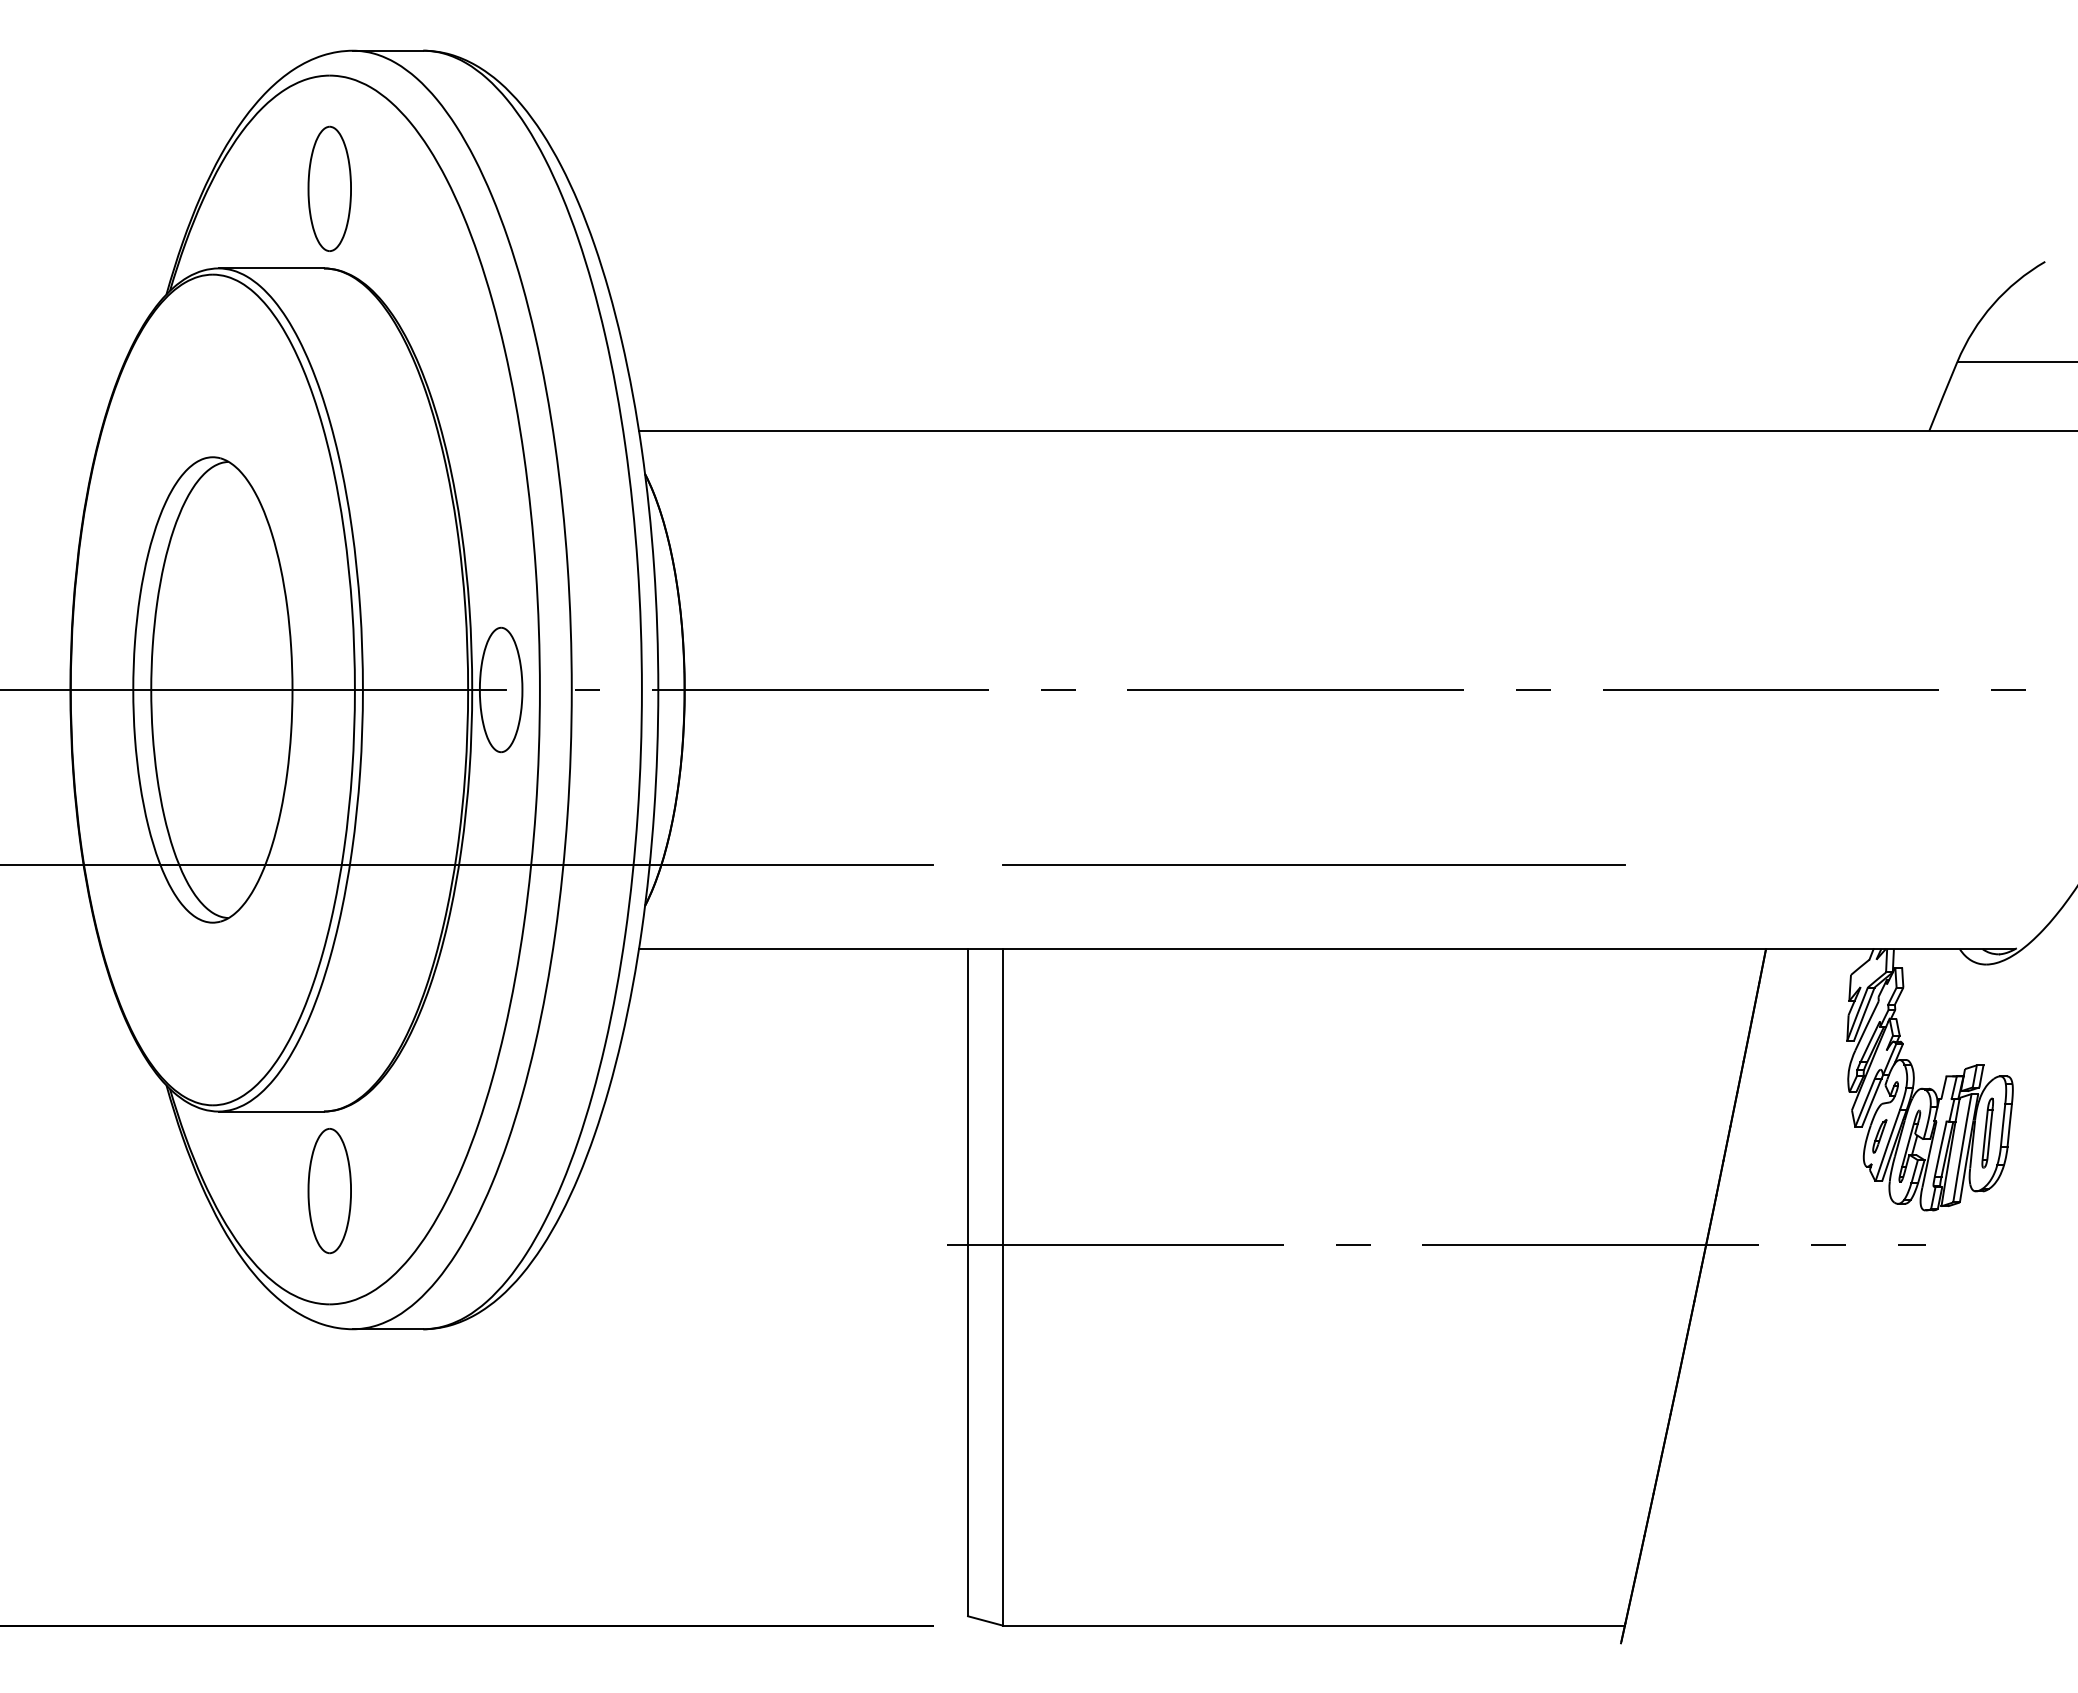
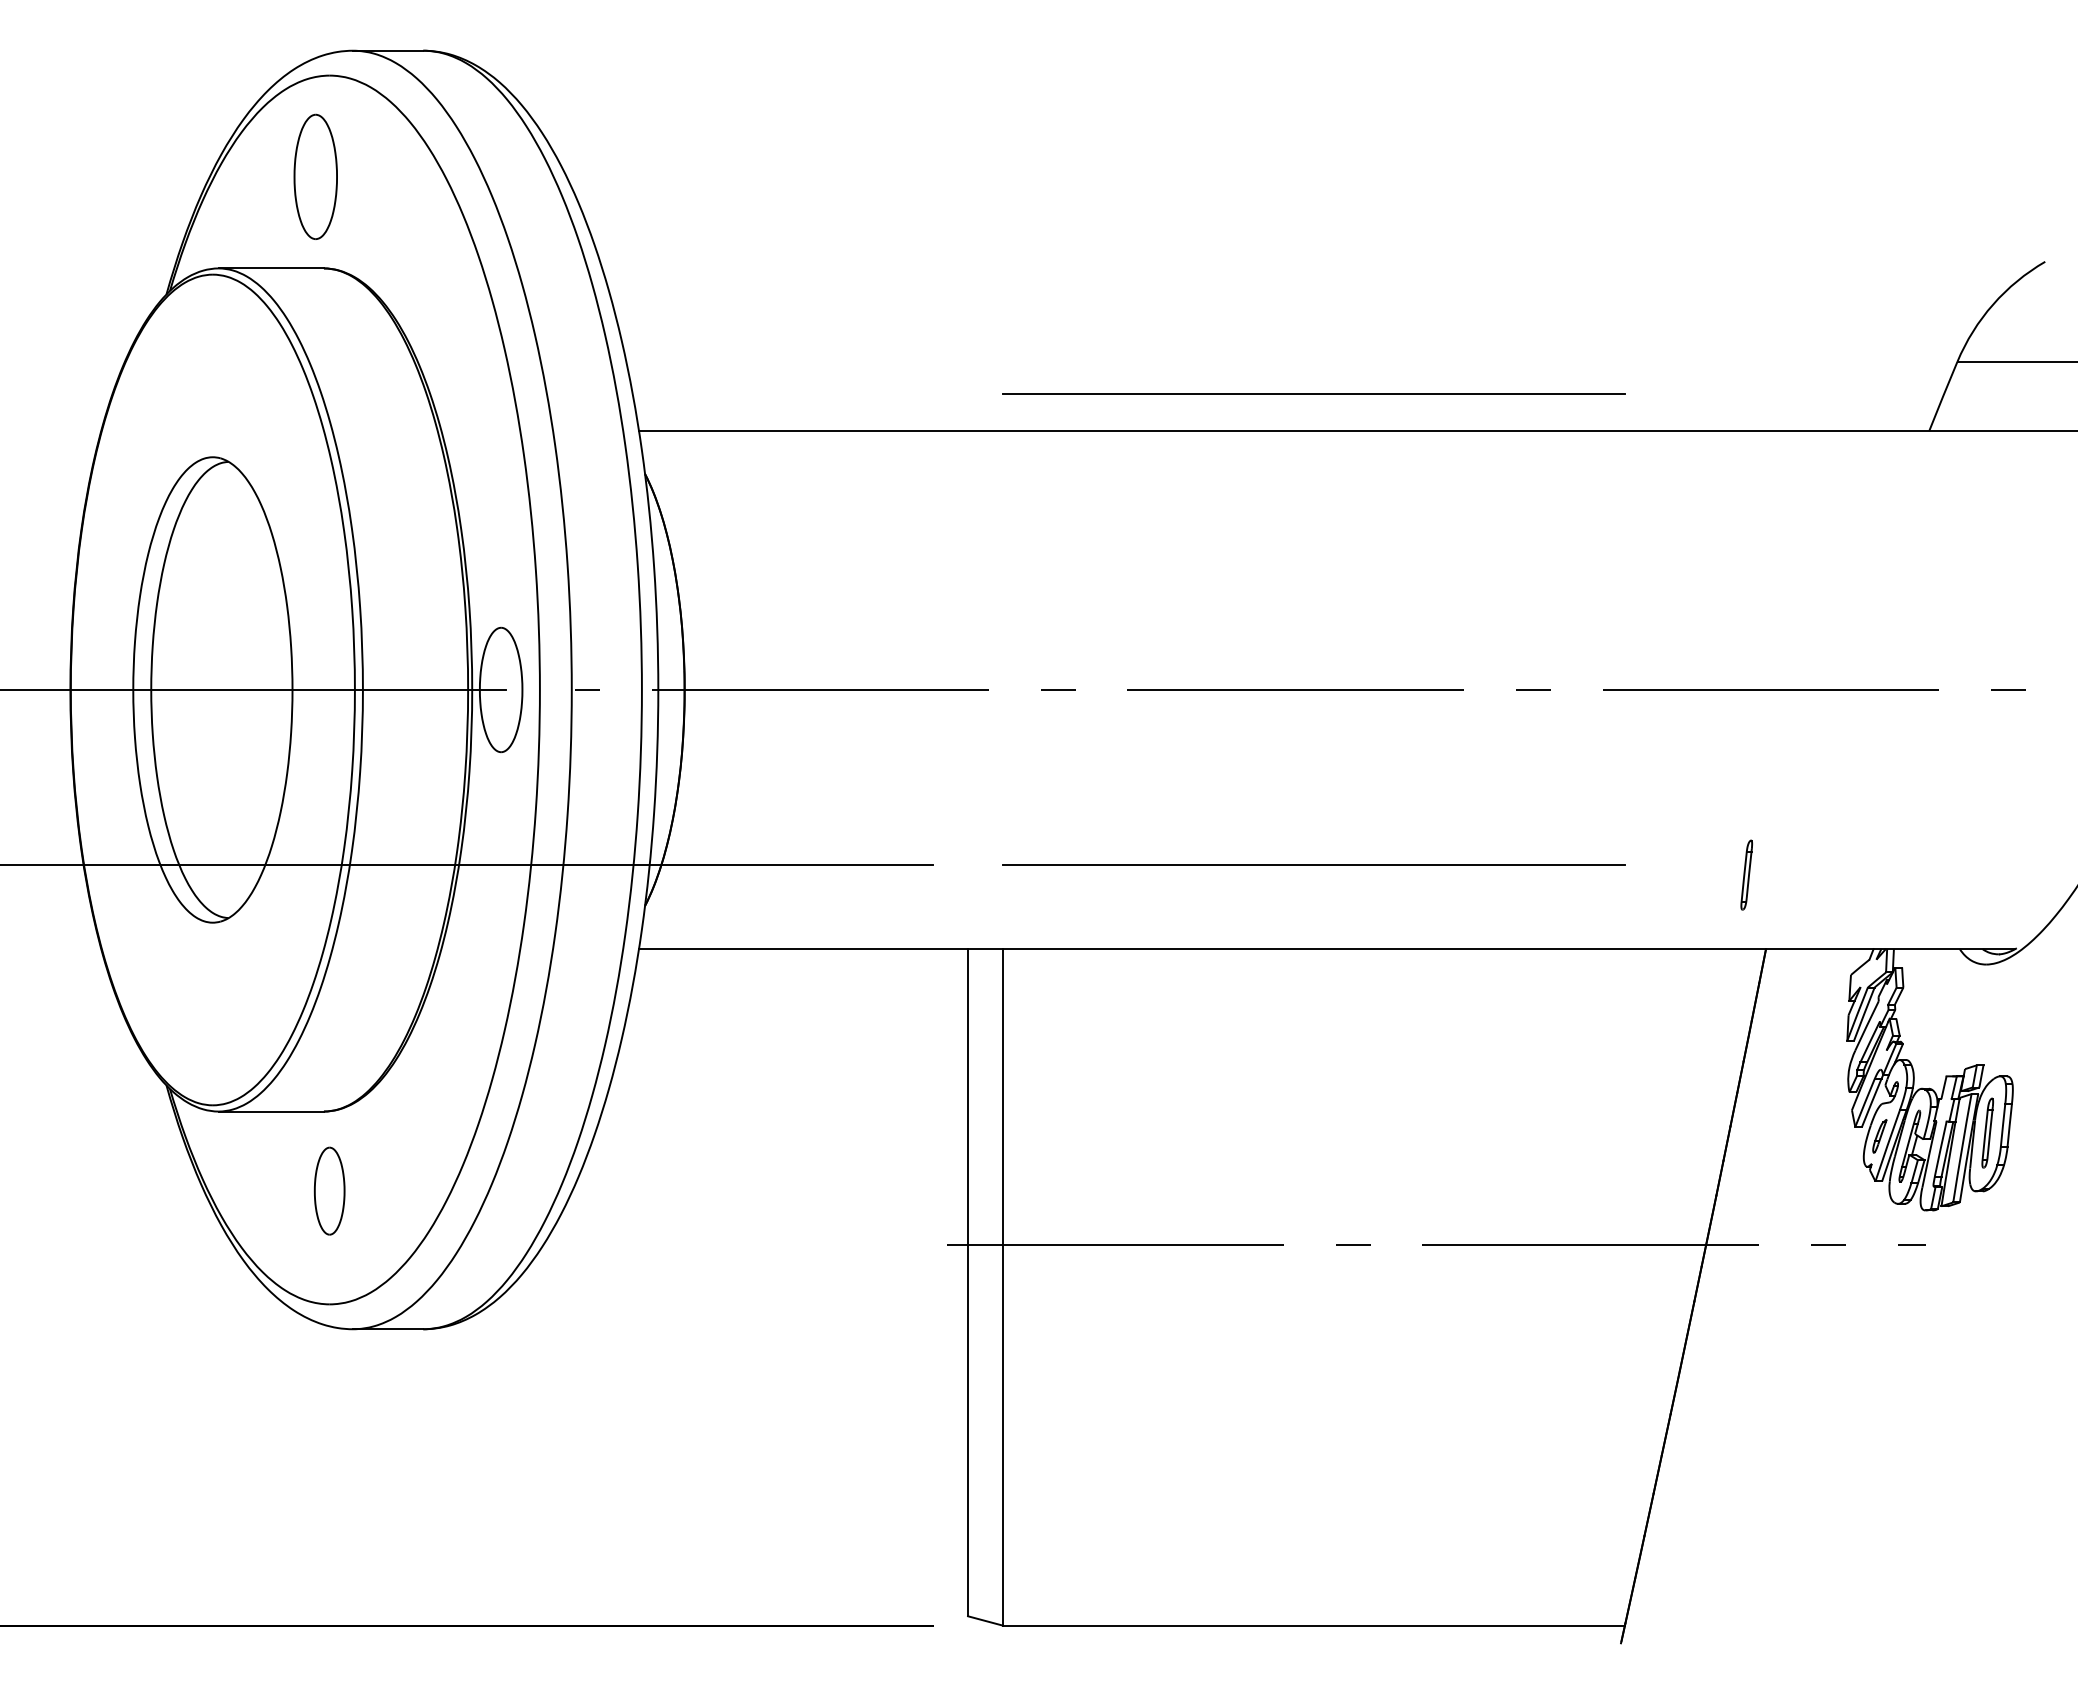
part at (329, 188) position: (329, 188) -> (315, 176)
line at (1313, 393): none -> present
part at (1746, 874): none -> present
part at (329, 1191) size: 45x127 px -> 33x90 px
